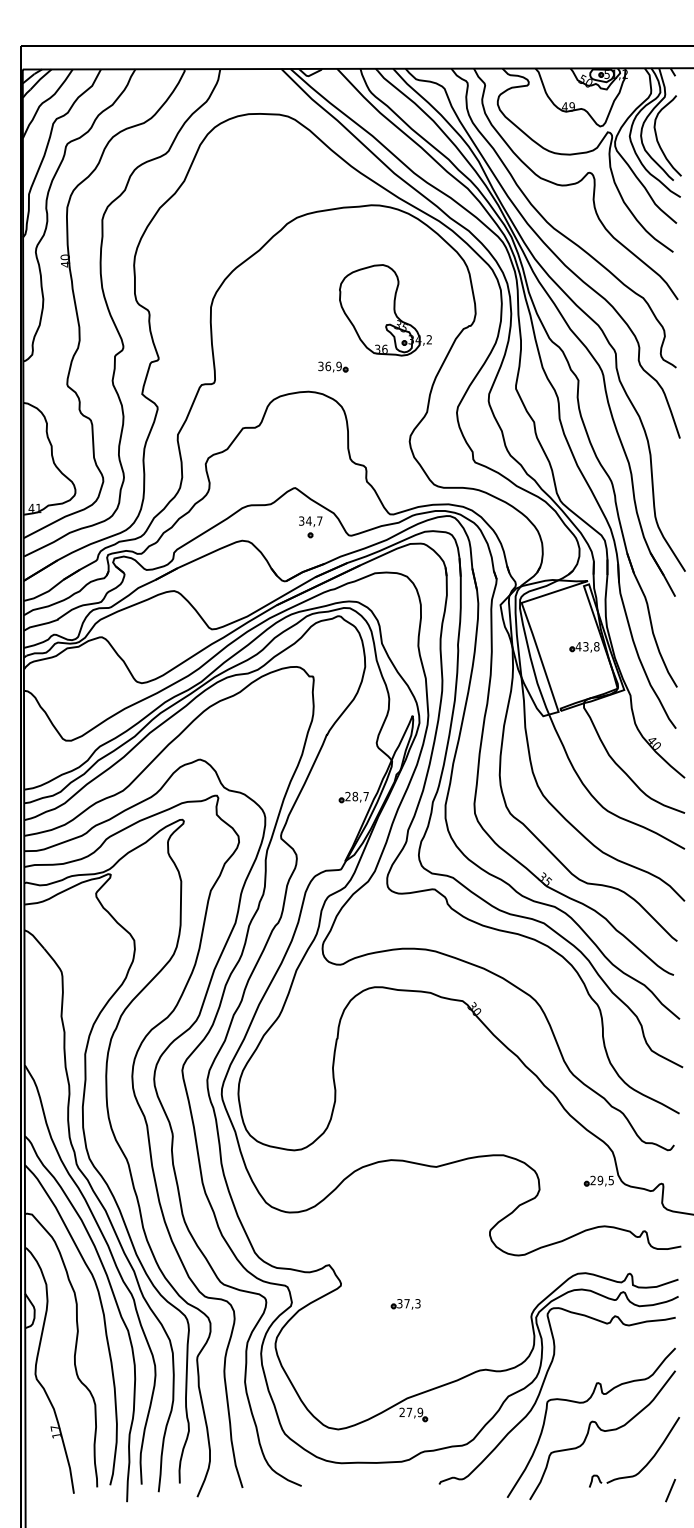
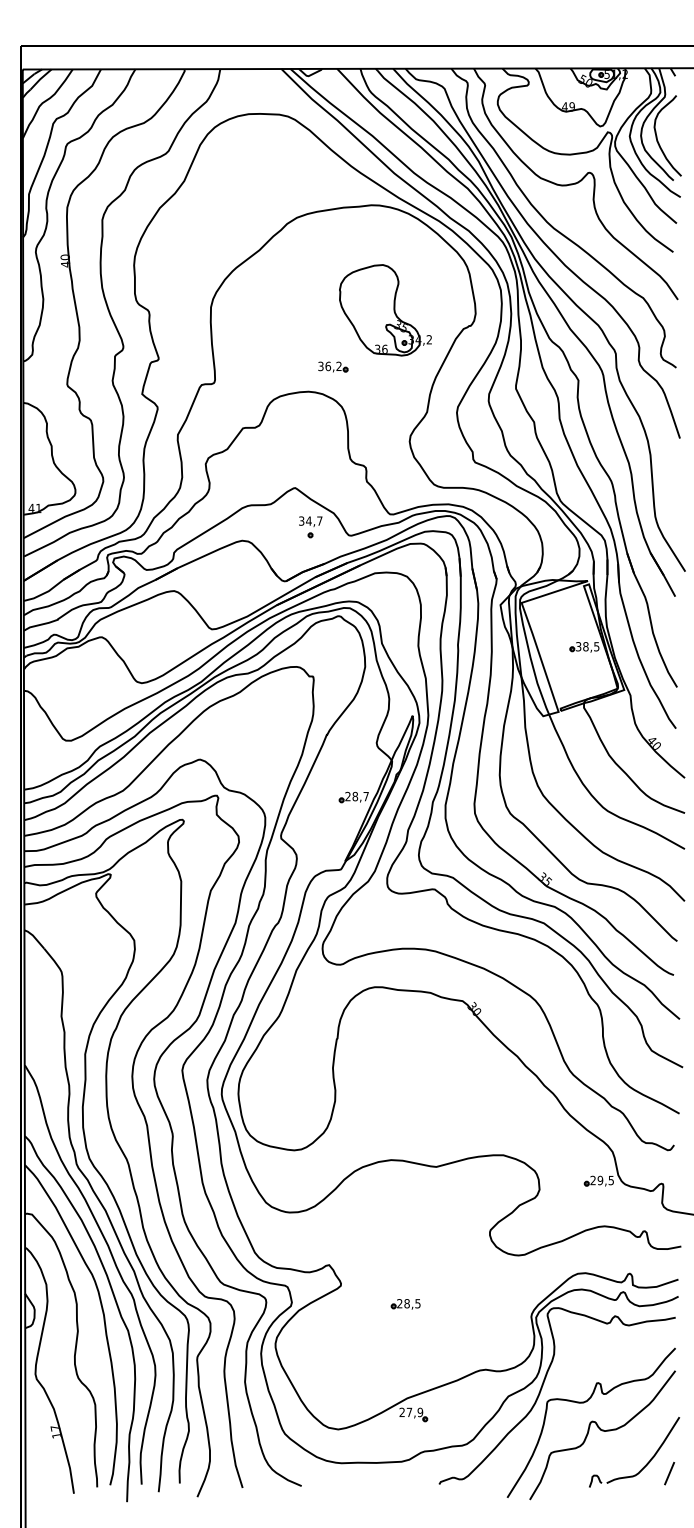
text at (338, 366): 36,9 -> 36,2
text at (587, 646): 43,8 -> 38,5
text at (408, 1303): 37,3 -> 28,5
line at (670, 1490) position: (670, 1490) -> (669, 1473)
